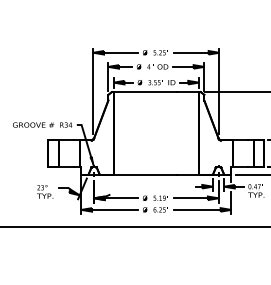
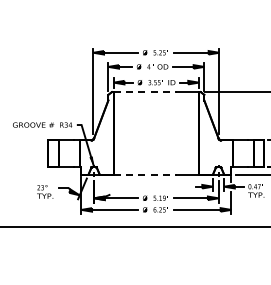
line at (145, 92): solid -> dashed
line at (145, 174): solid -> dashed
